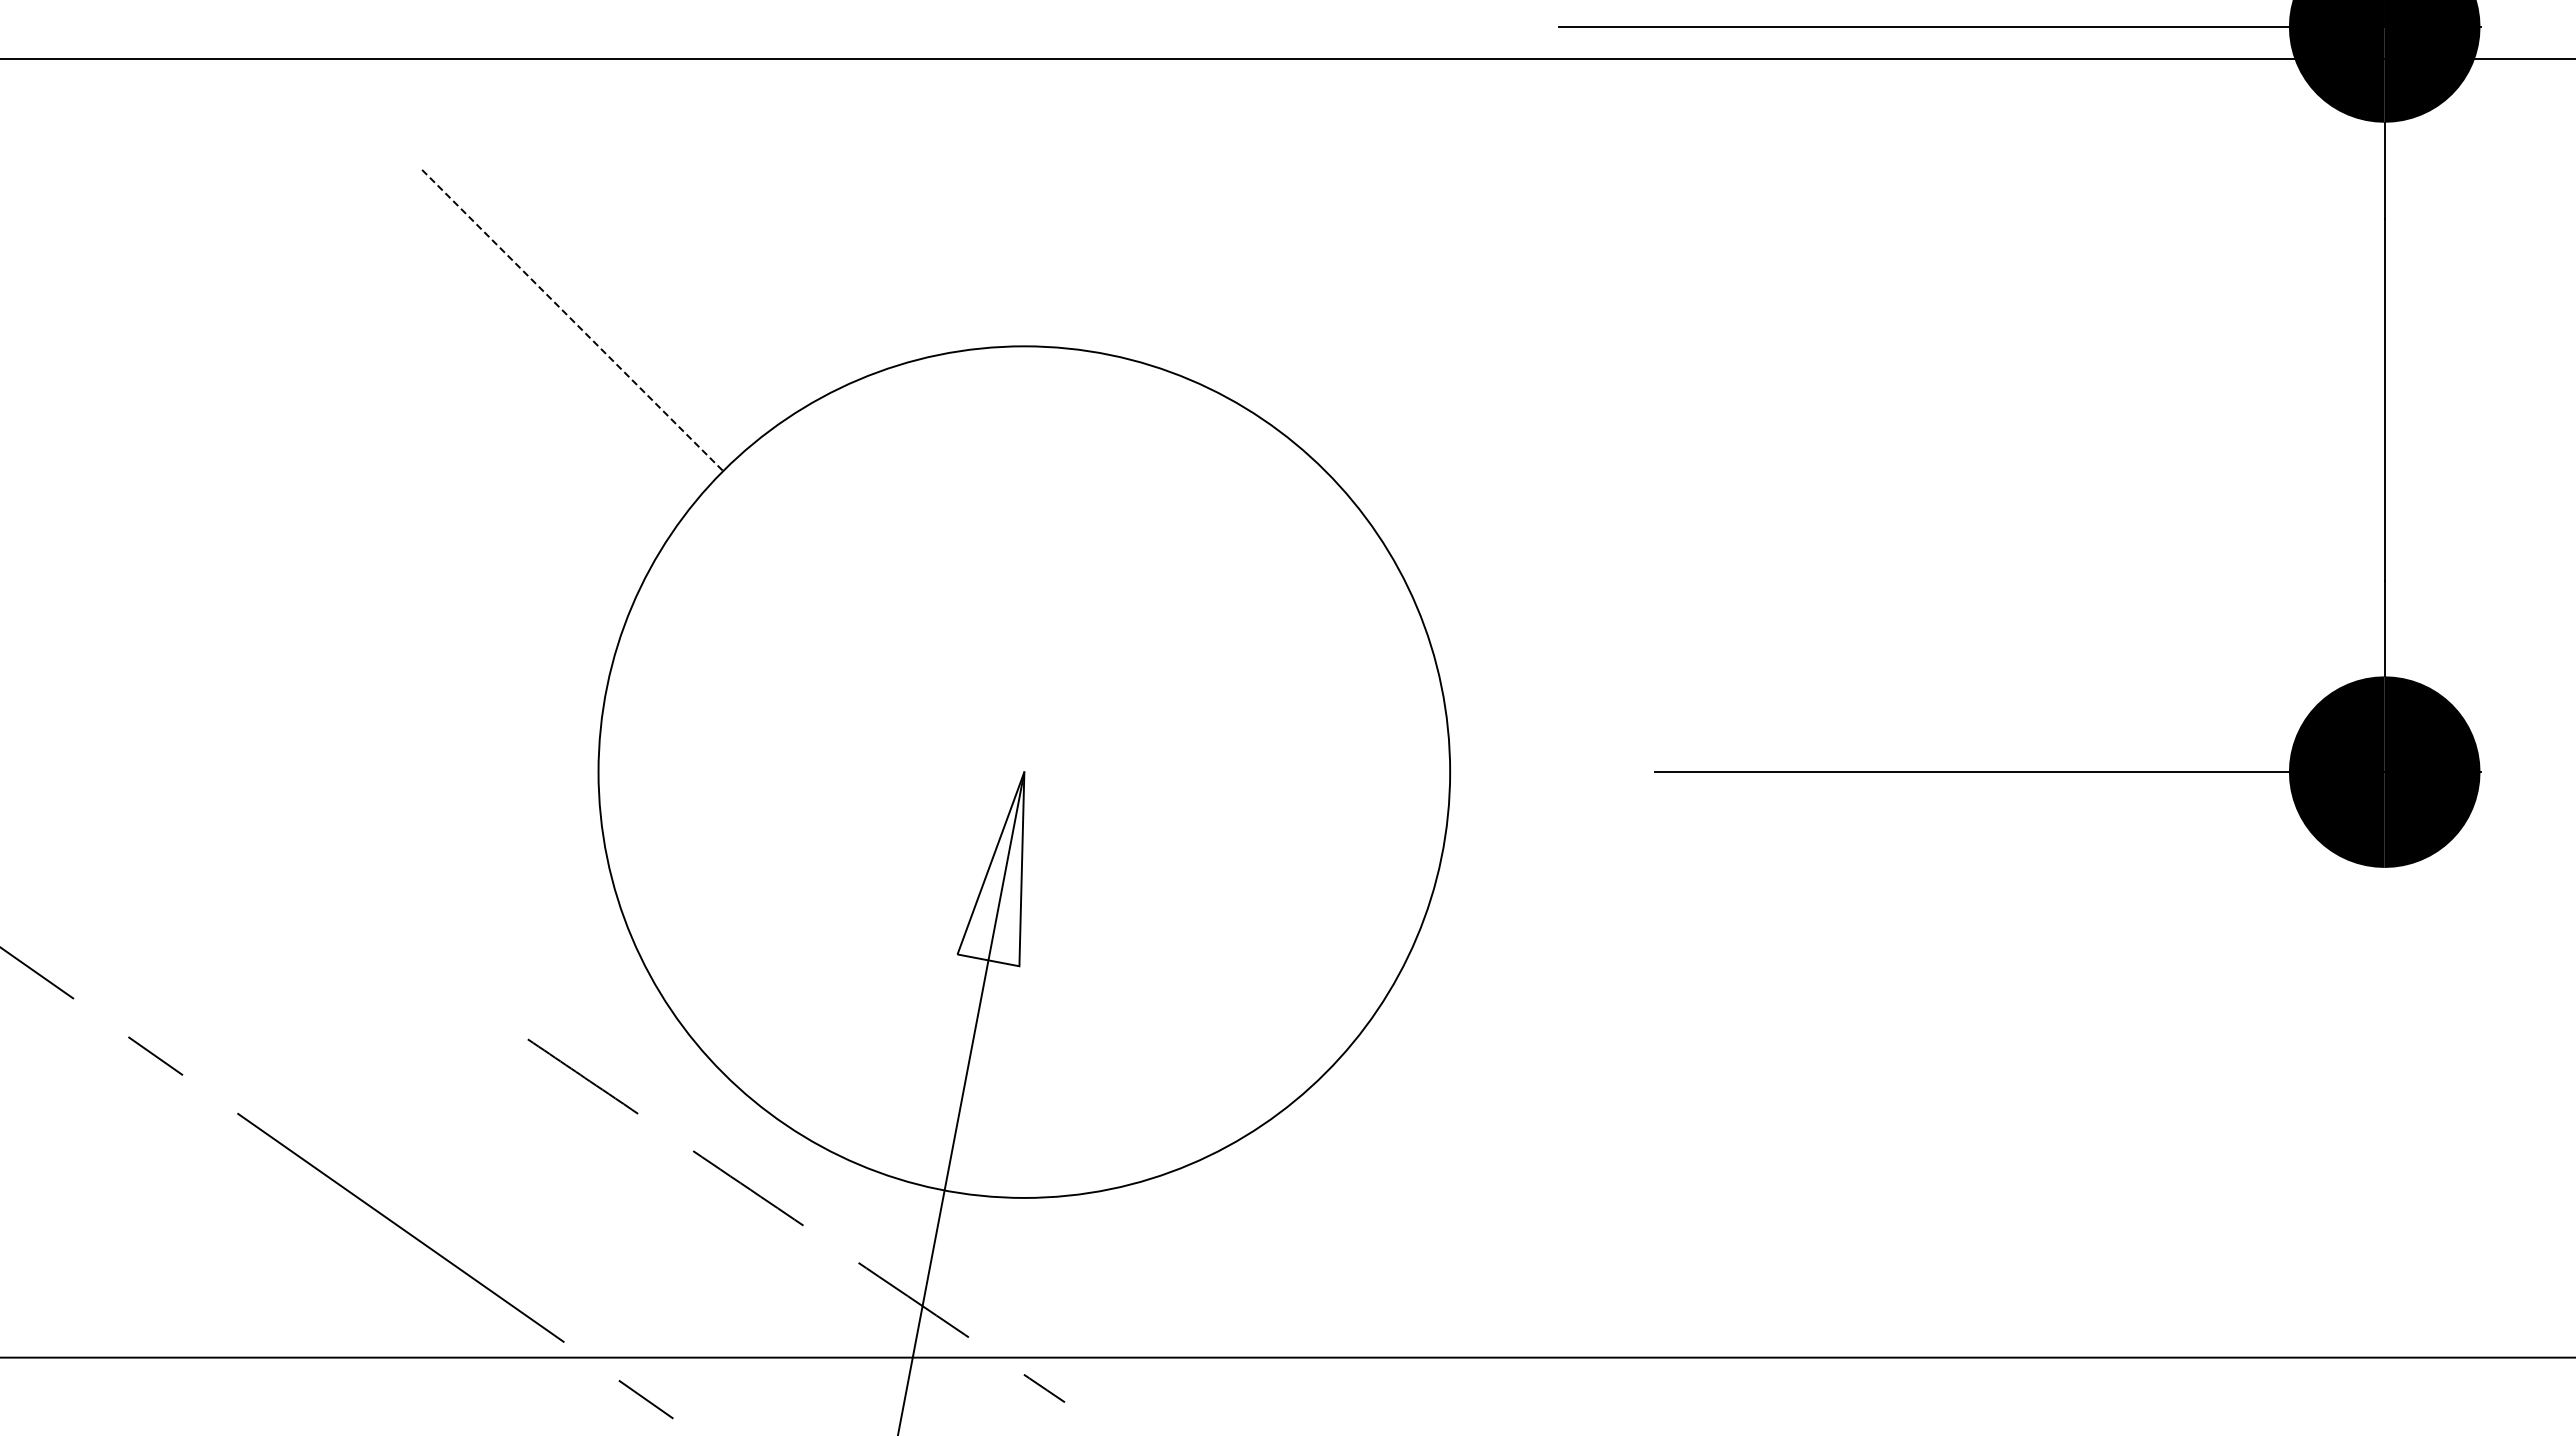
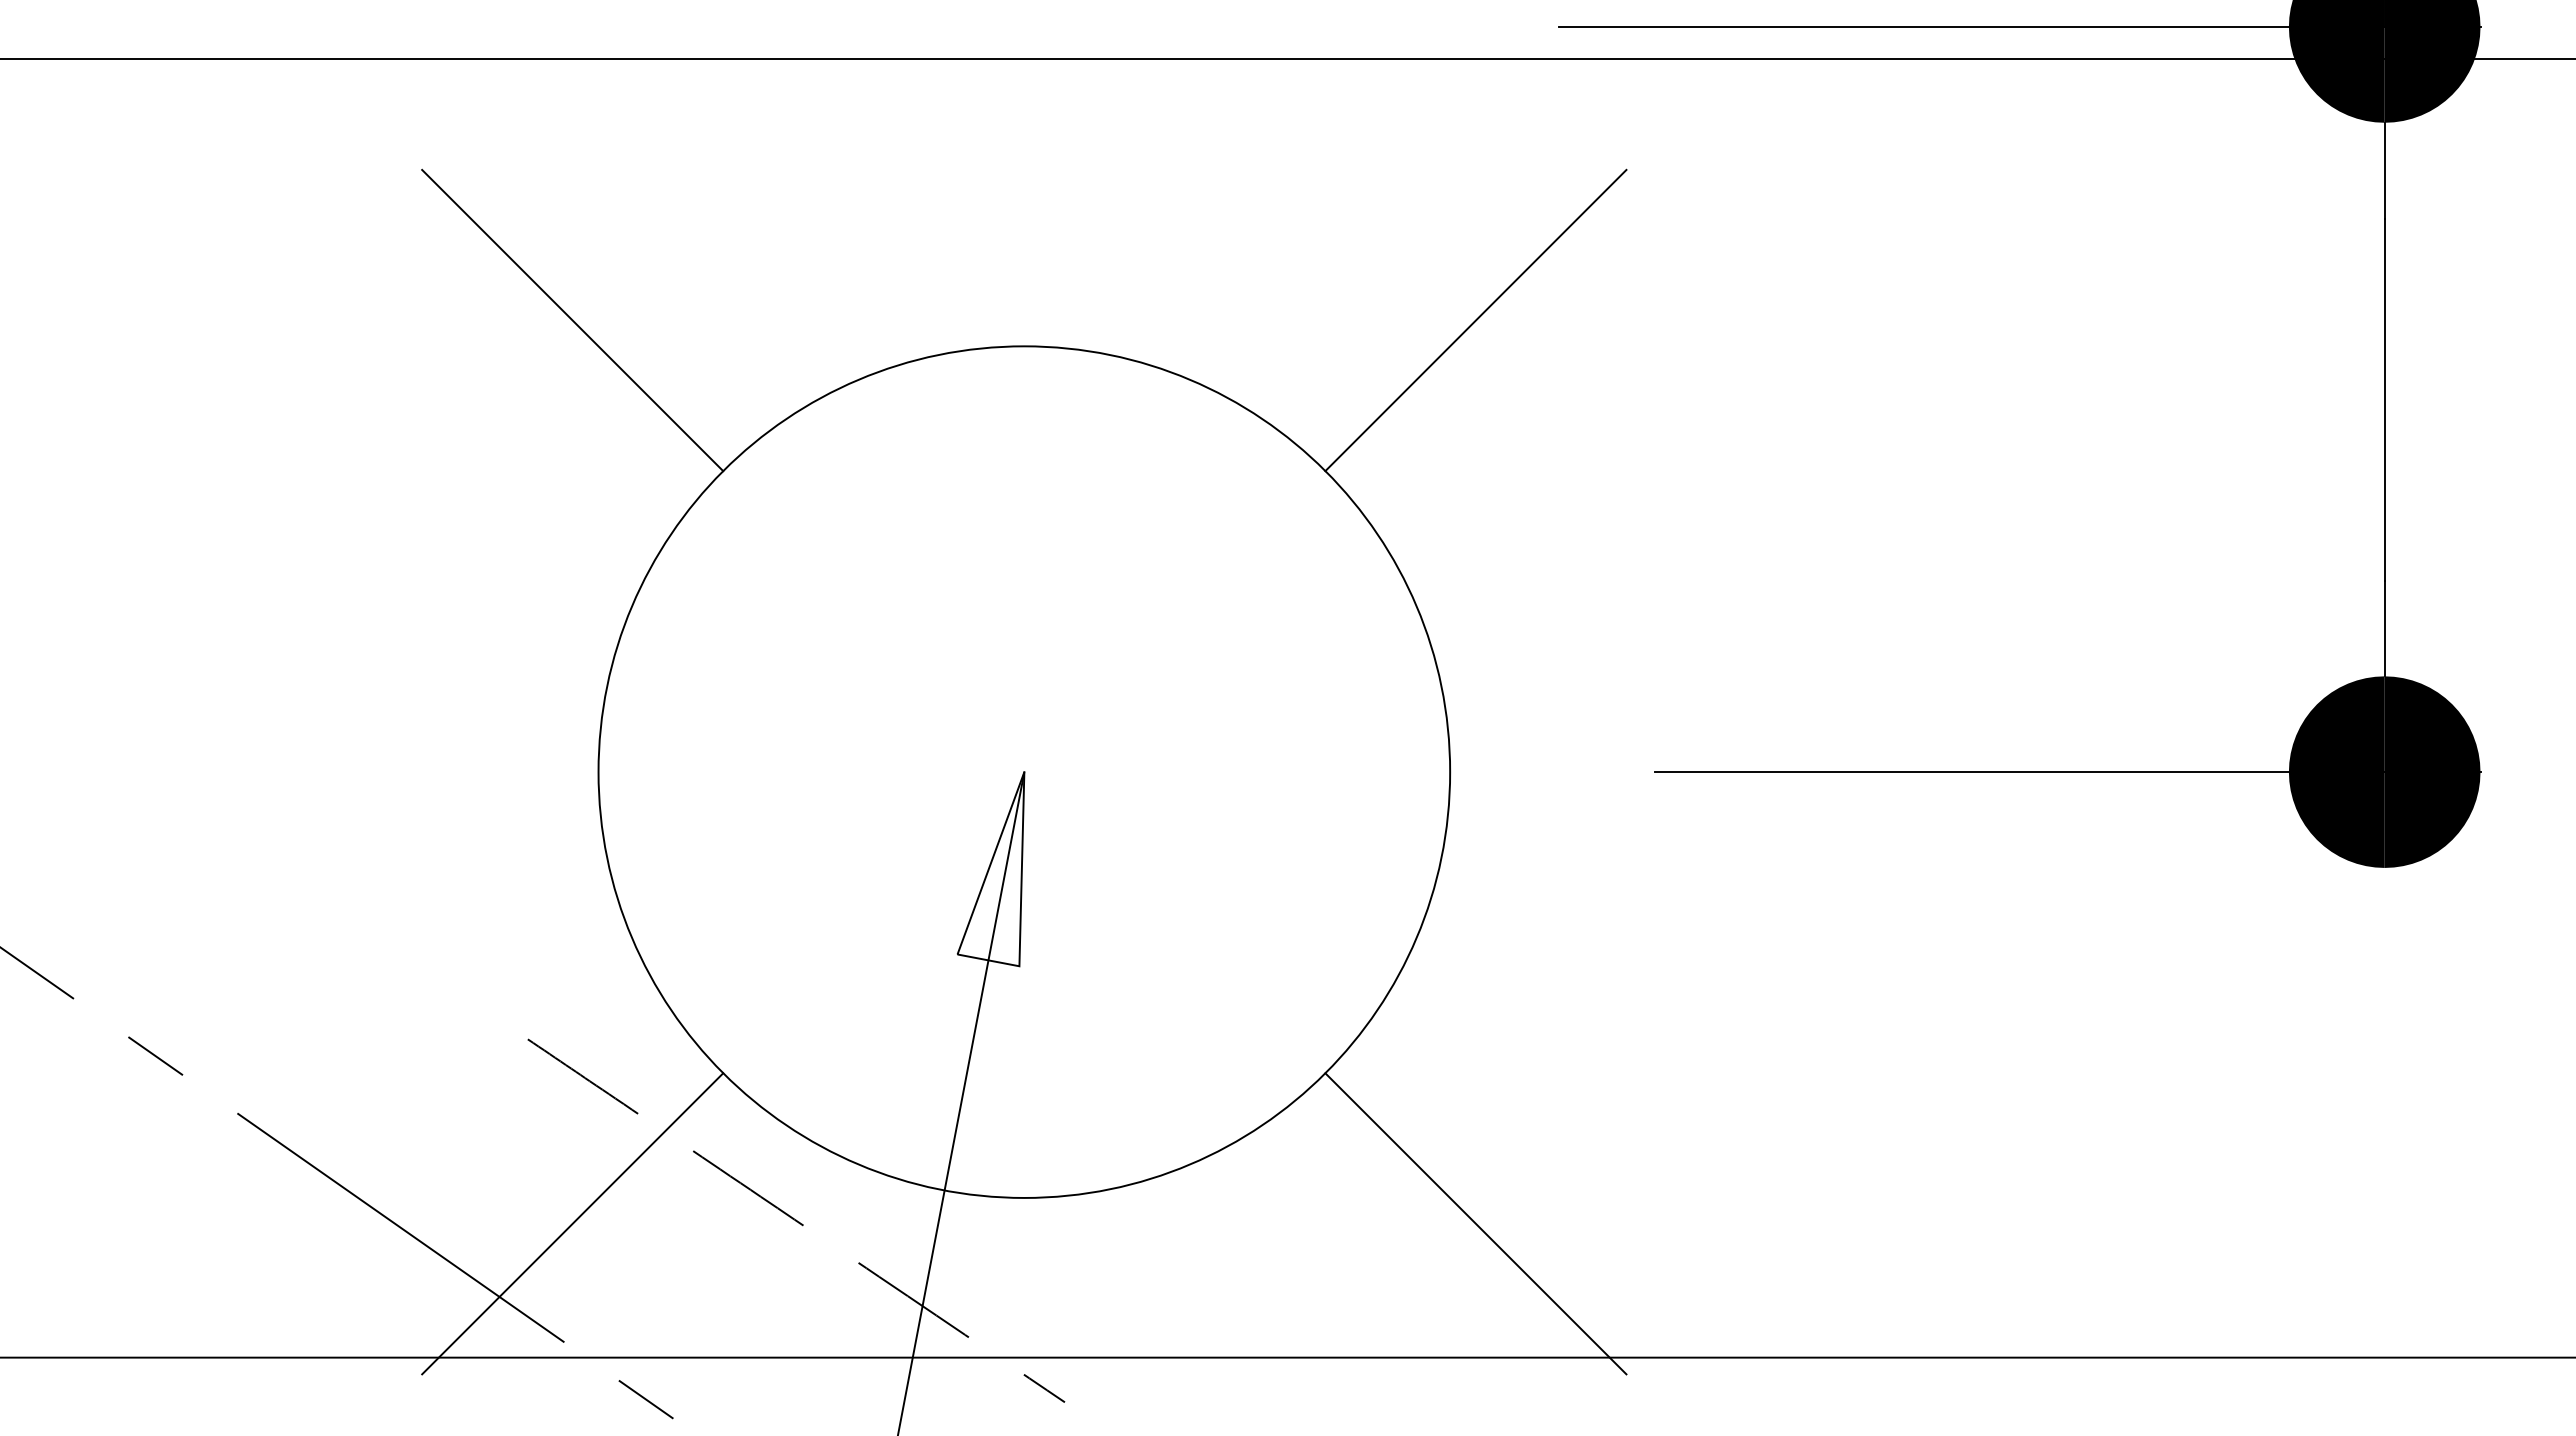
line at (572, 320): dashed -> solid
line at (1475, 320): none -> present
line at (572, 1223): none -> present
line at (1475, 1223): none -> present
